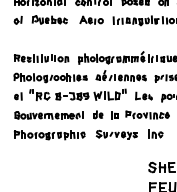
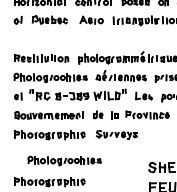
part at (155, 133): present -> none
part at (64, 160): none -> present
part at (49, 182): none -> present
